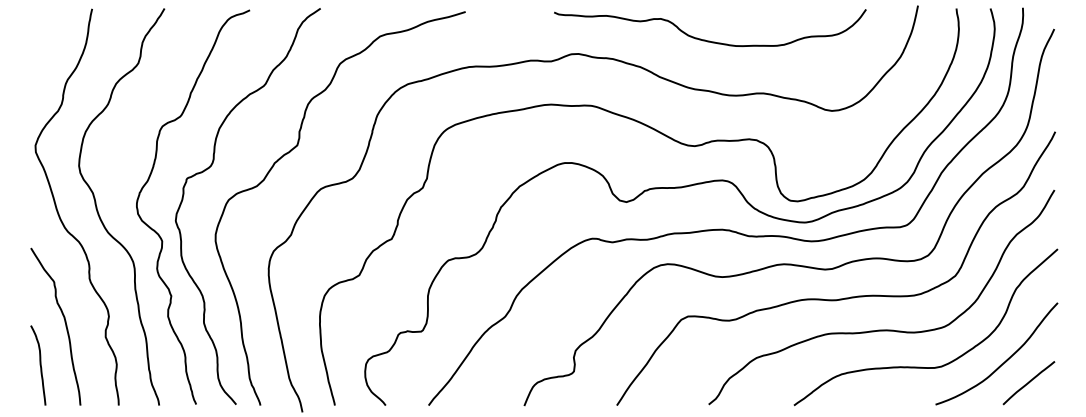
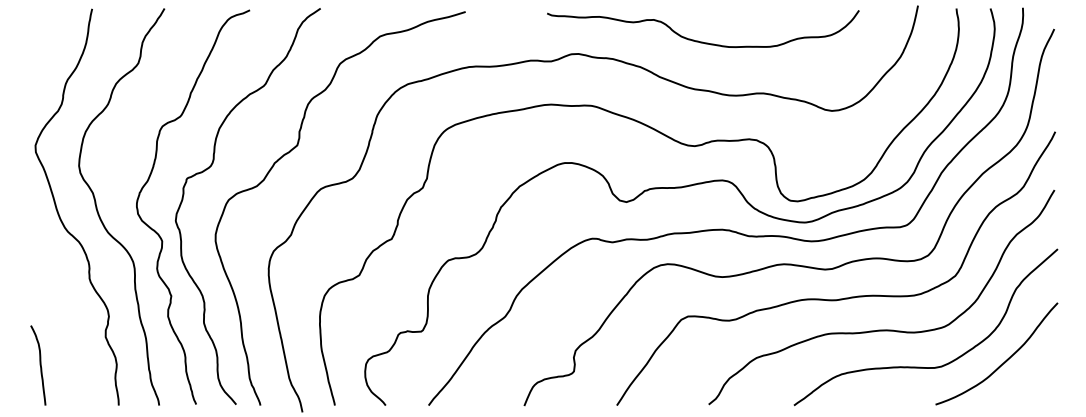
curve at (705, 39) position: (705, 39) -> (698, 40)
curve at (64, 322): present -> none
line at (1028, 383): present -> none
